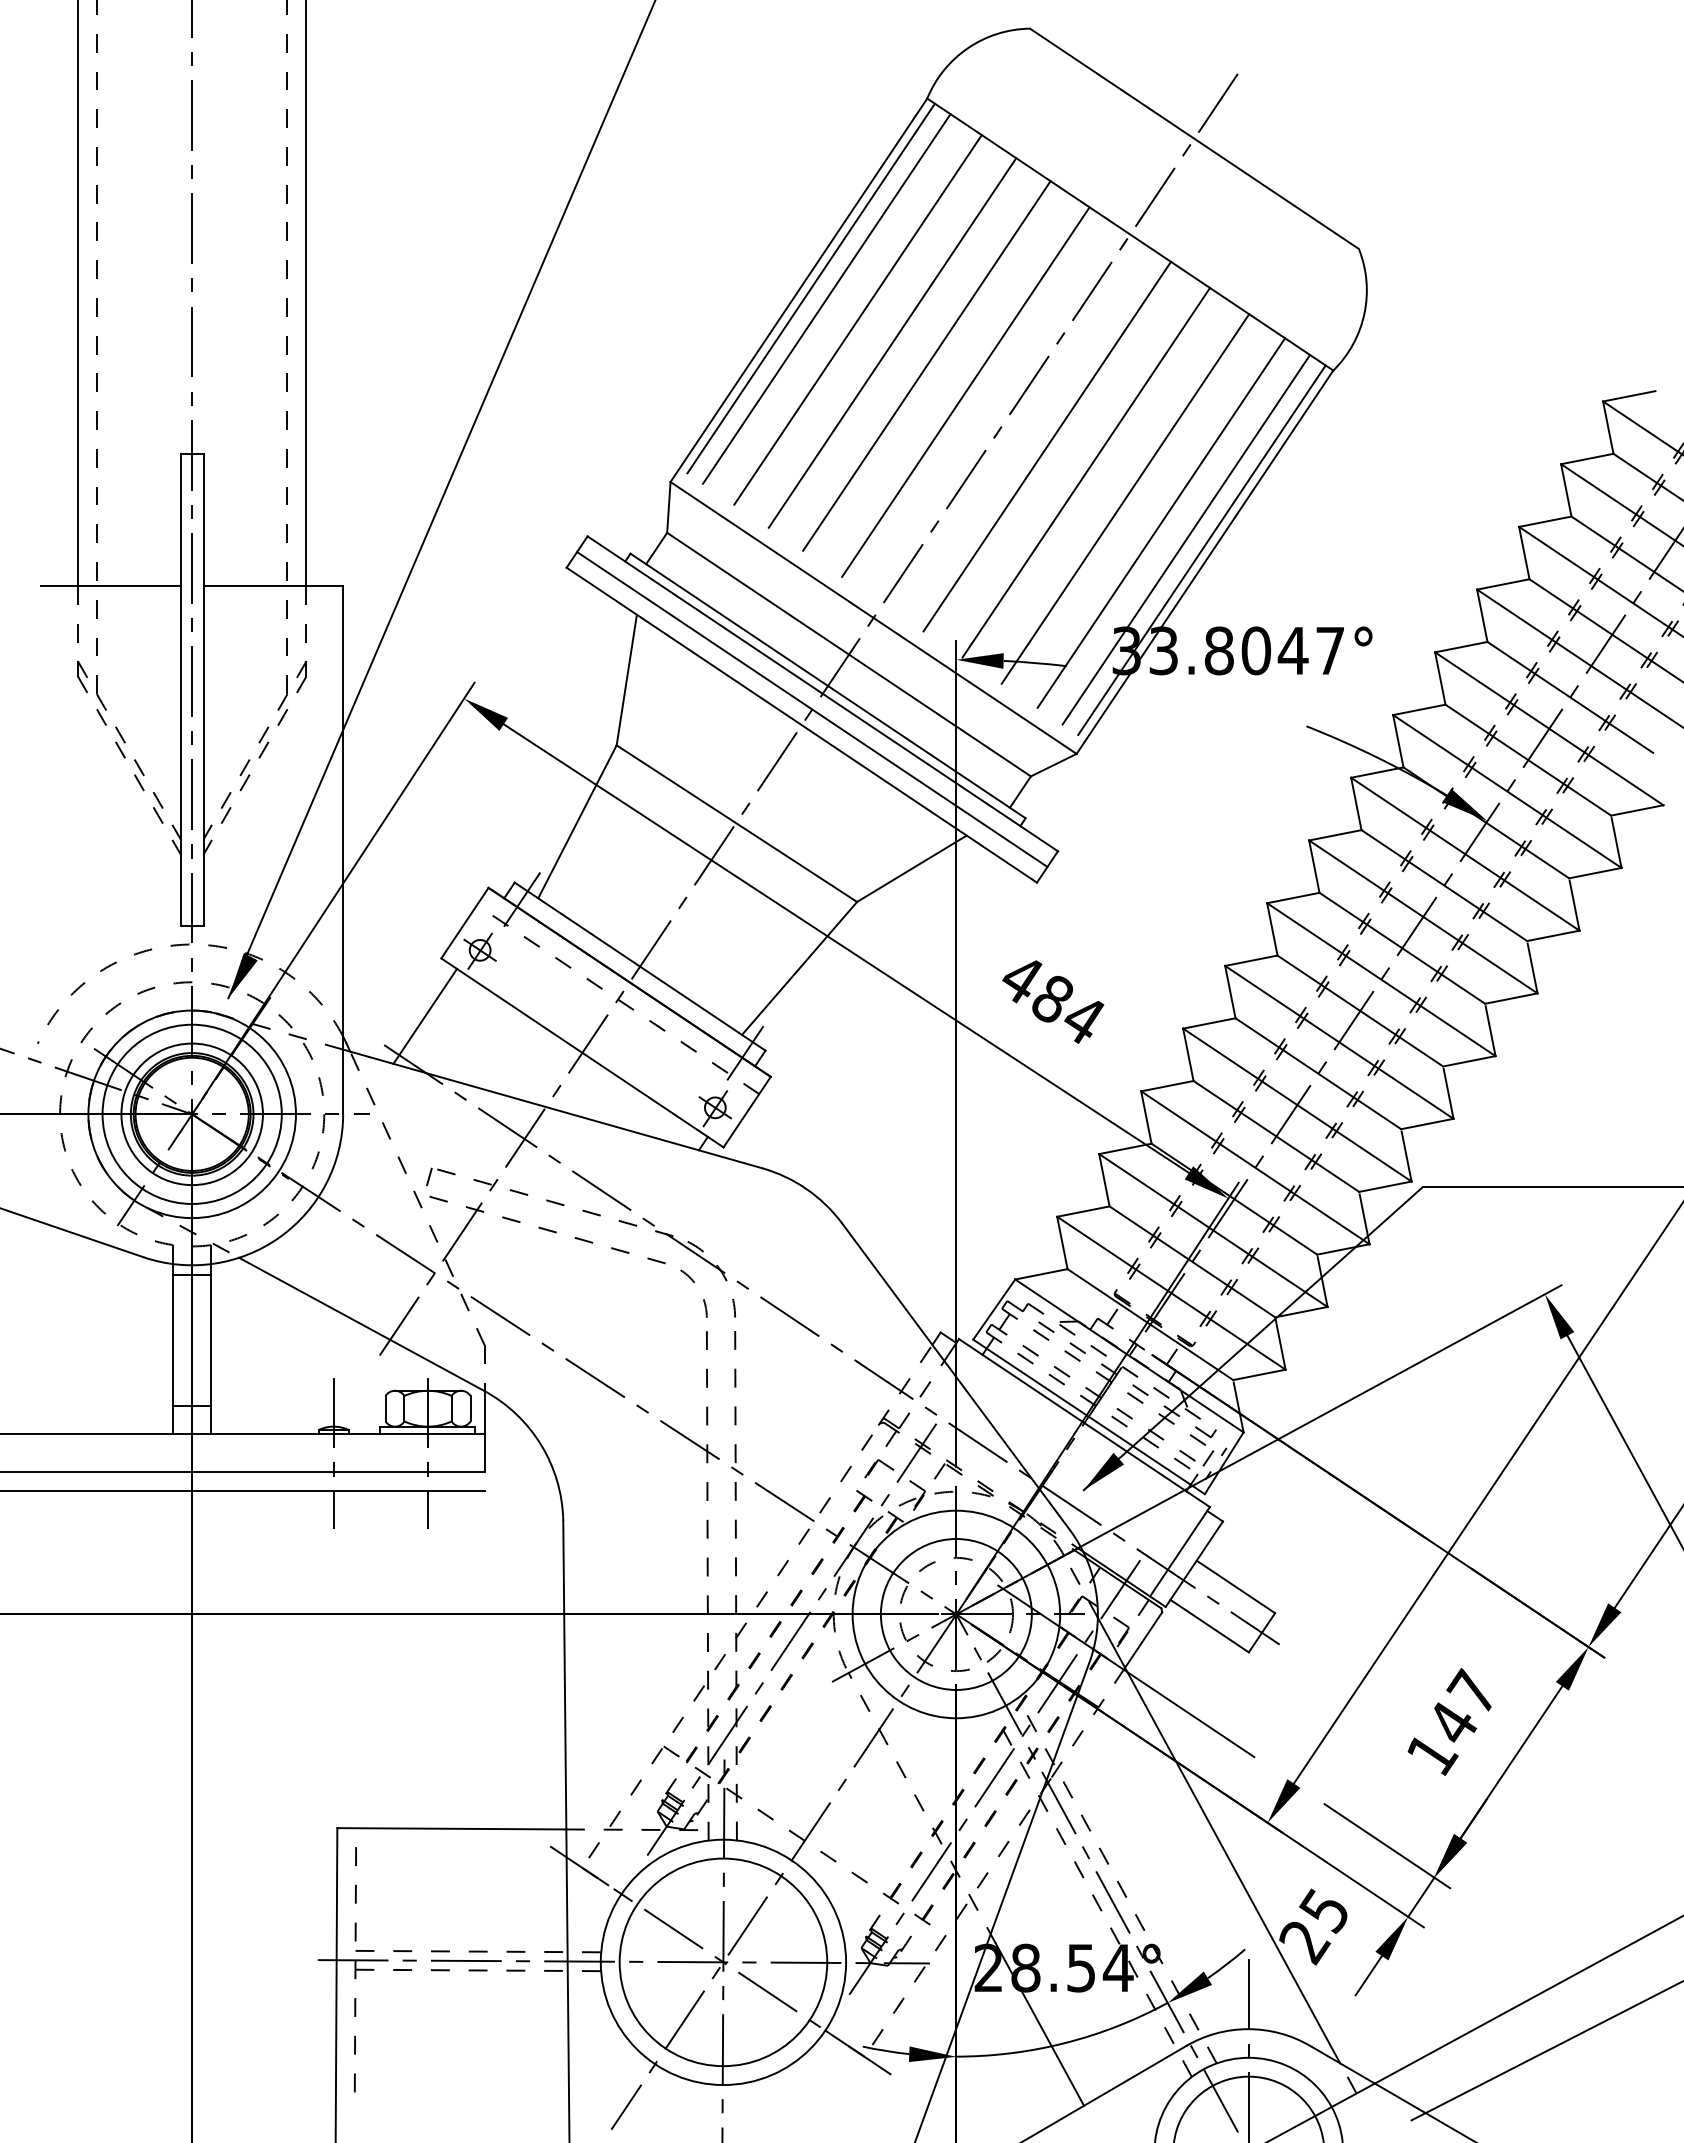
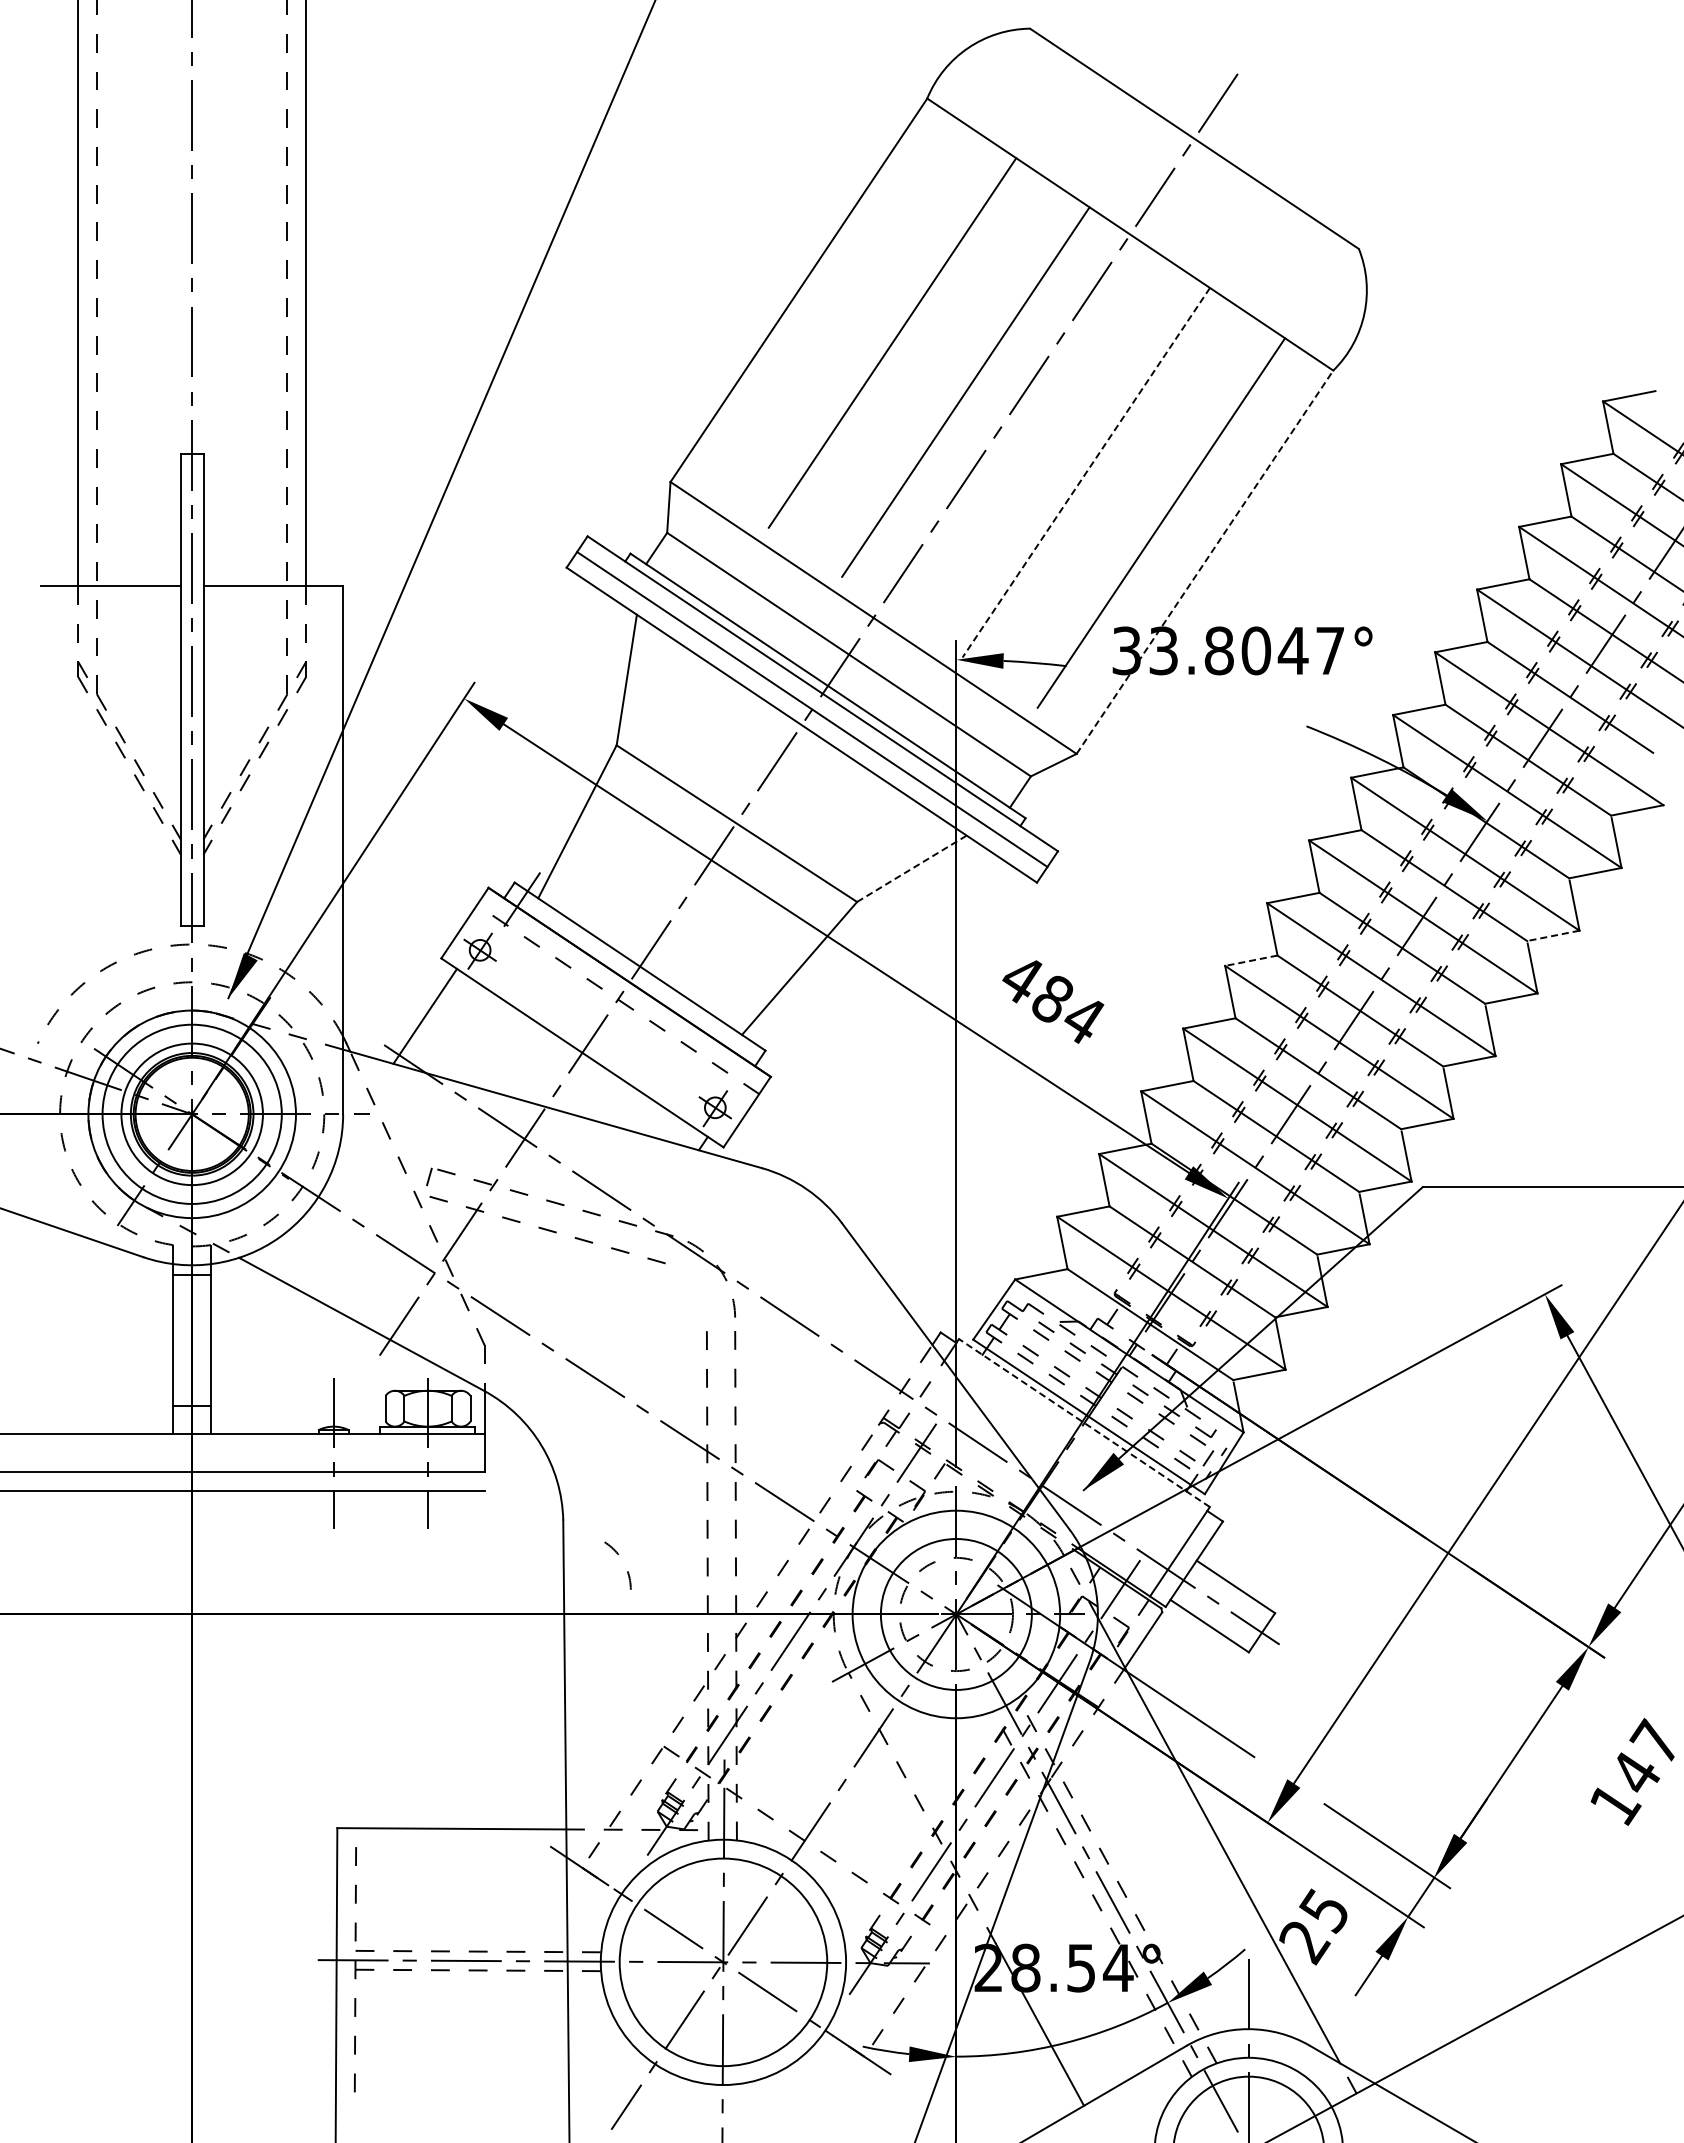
line at (810, 288): present -> none
line at (826, 298): present -> none
line at (857, 319): present -> none
line at (926, 365): present -> none
line at (1046, 446): present -> none
line at (1086, 473): solid -> dashed
line at (1125, 498): present -> none
line at (1186, 539): present -> none
line at (1201, 550): present -> none
line at (1204, 562): solid -> dashed
line at (912, 868): solid -> dashed
line at (1553, 935): solid -> dashed
line at (1251, 960): solid -> dashed
line at (745, 1053): present -> none
arc at (693, 1282) position: (693, 1282) -> (617, 1554)
line at (1084, 1423): solid -> dashed
text at (1449, 1721) position: (1449, 1721) -> (1632, 1771)
line at (1545, 2051): present -> none
